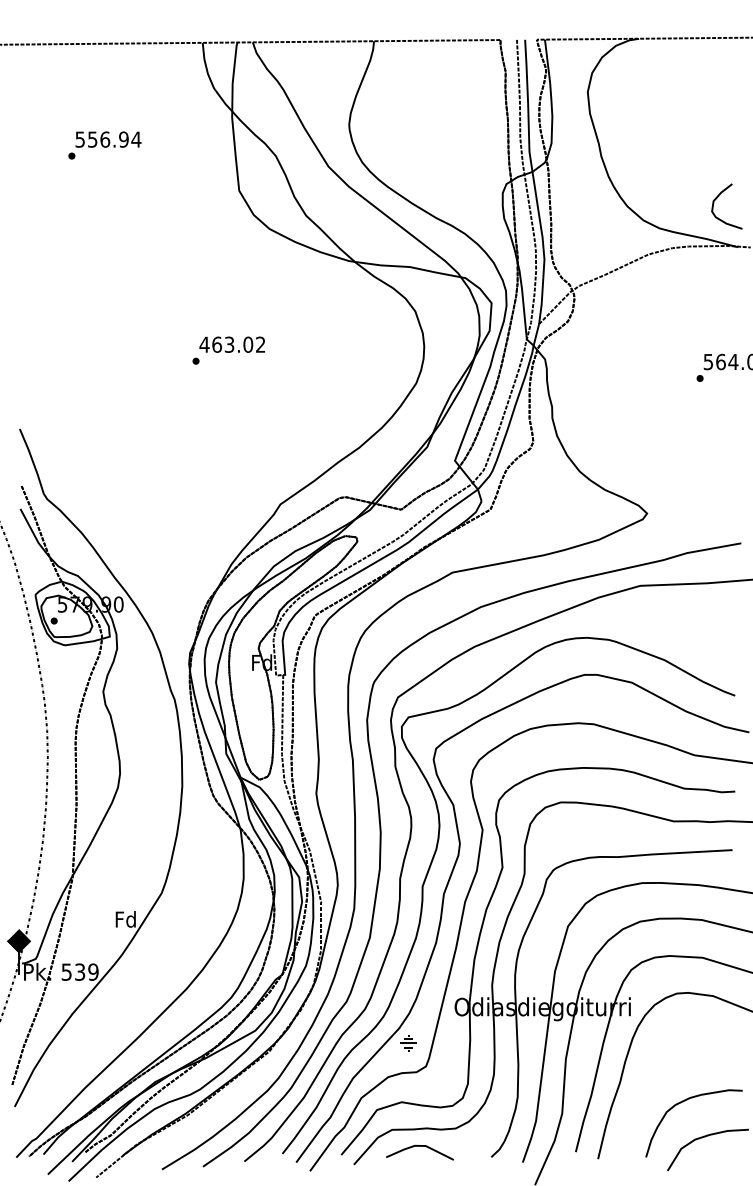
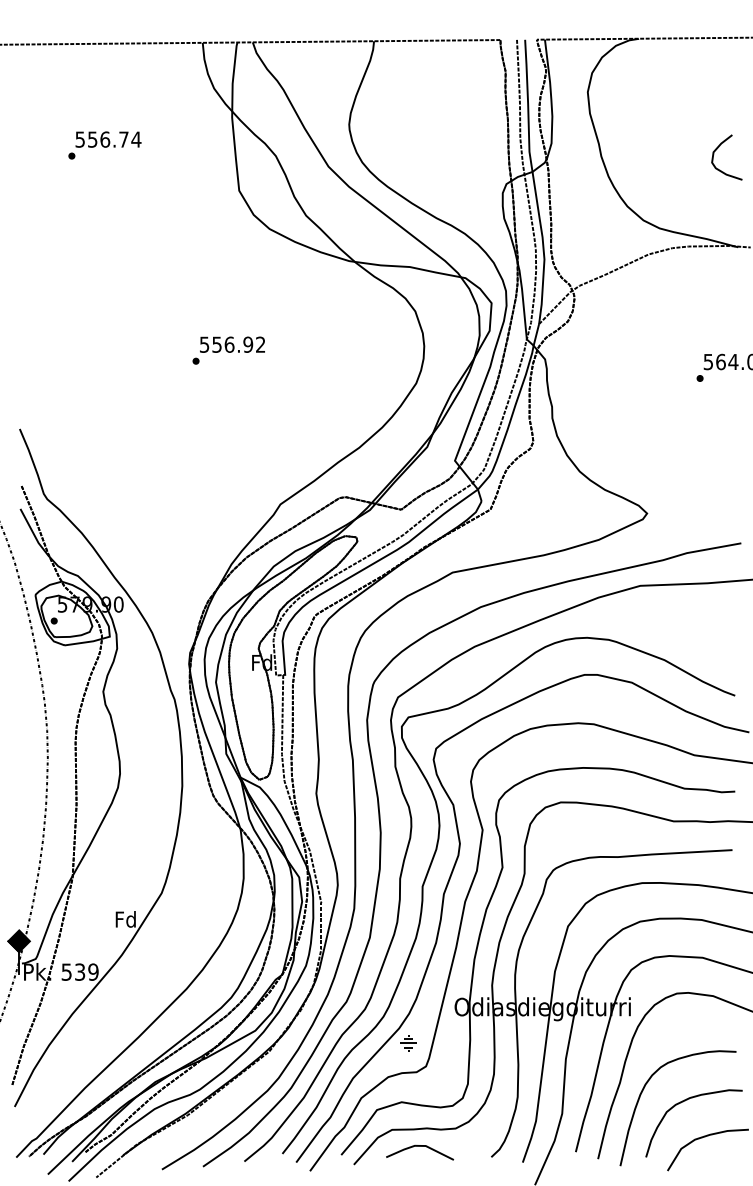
text at (123, 139): 556.94 -> 556.74
curve at (718, 197) position: (718, 197) -> (718, 148)
text at (226, 344): 463.02 -> 556.92
curve at (641, 1095): none -> present
